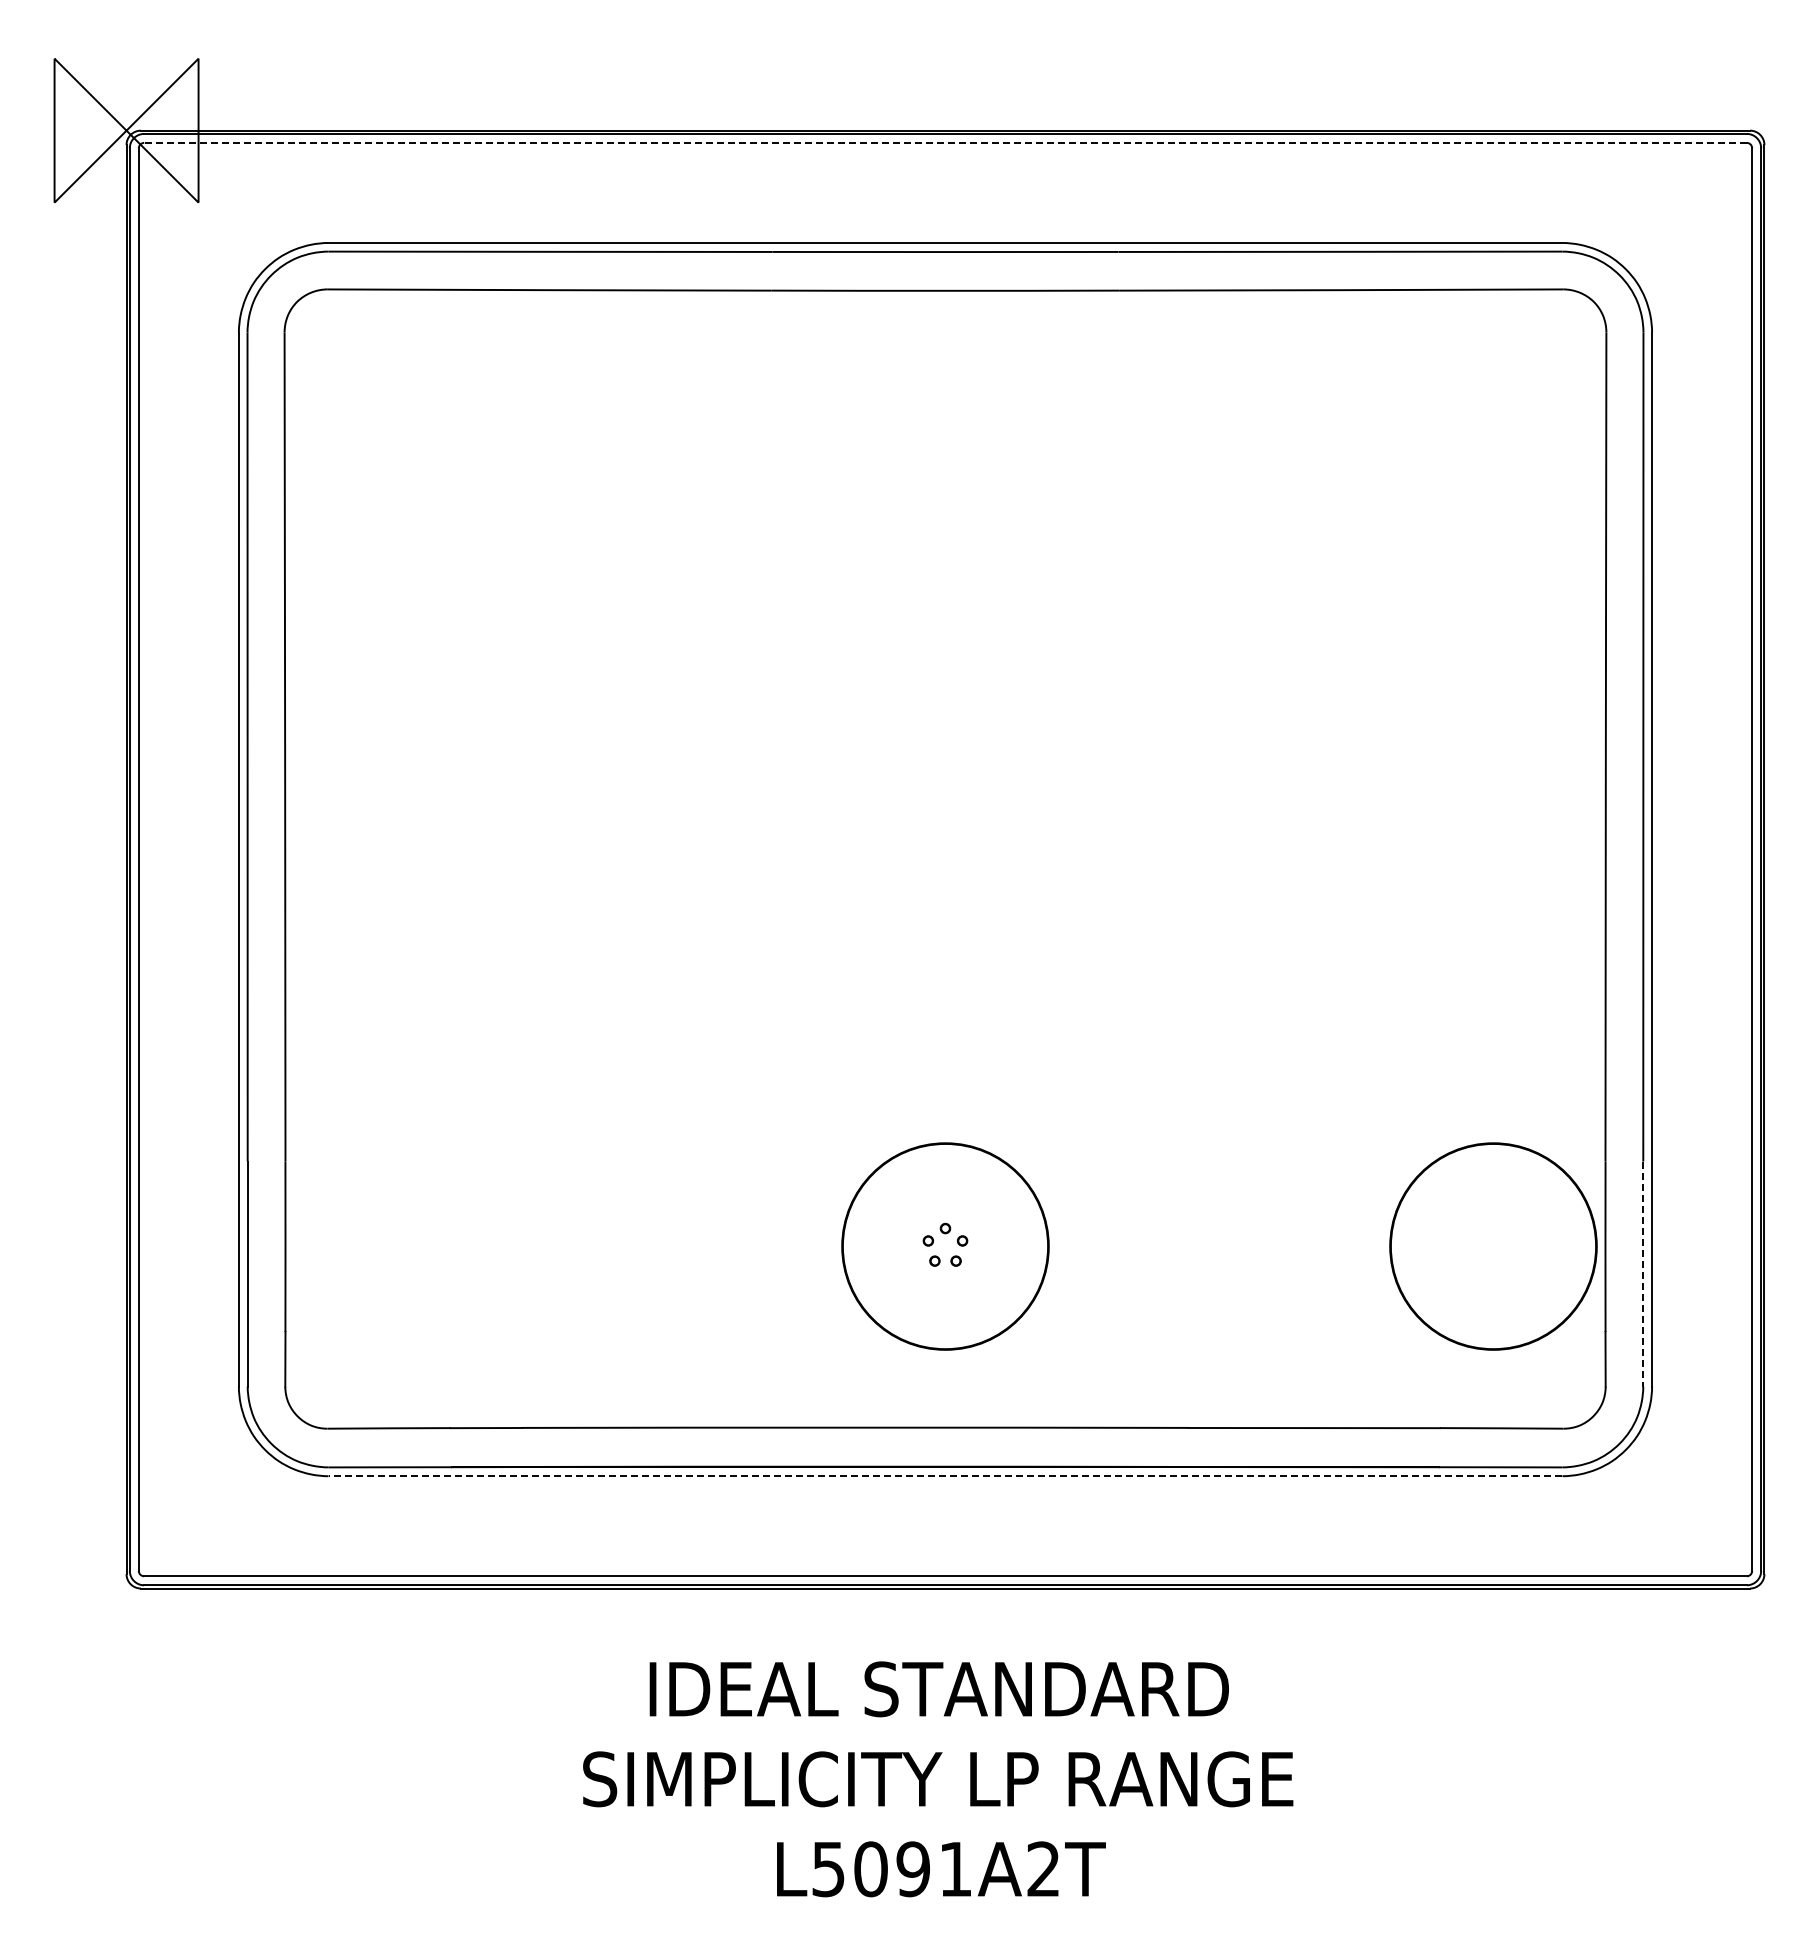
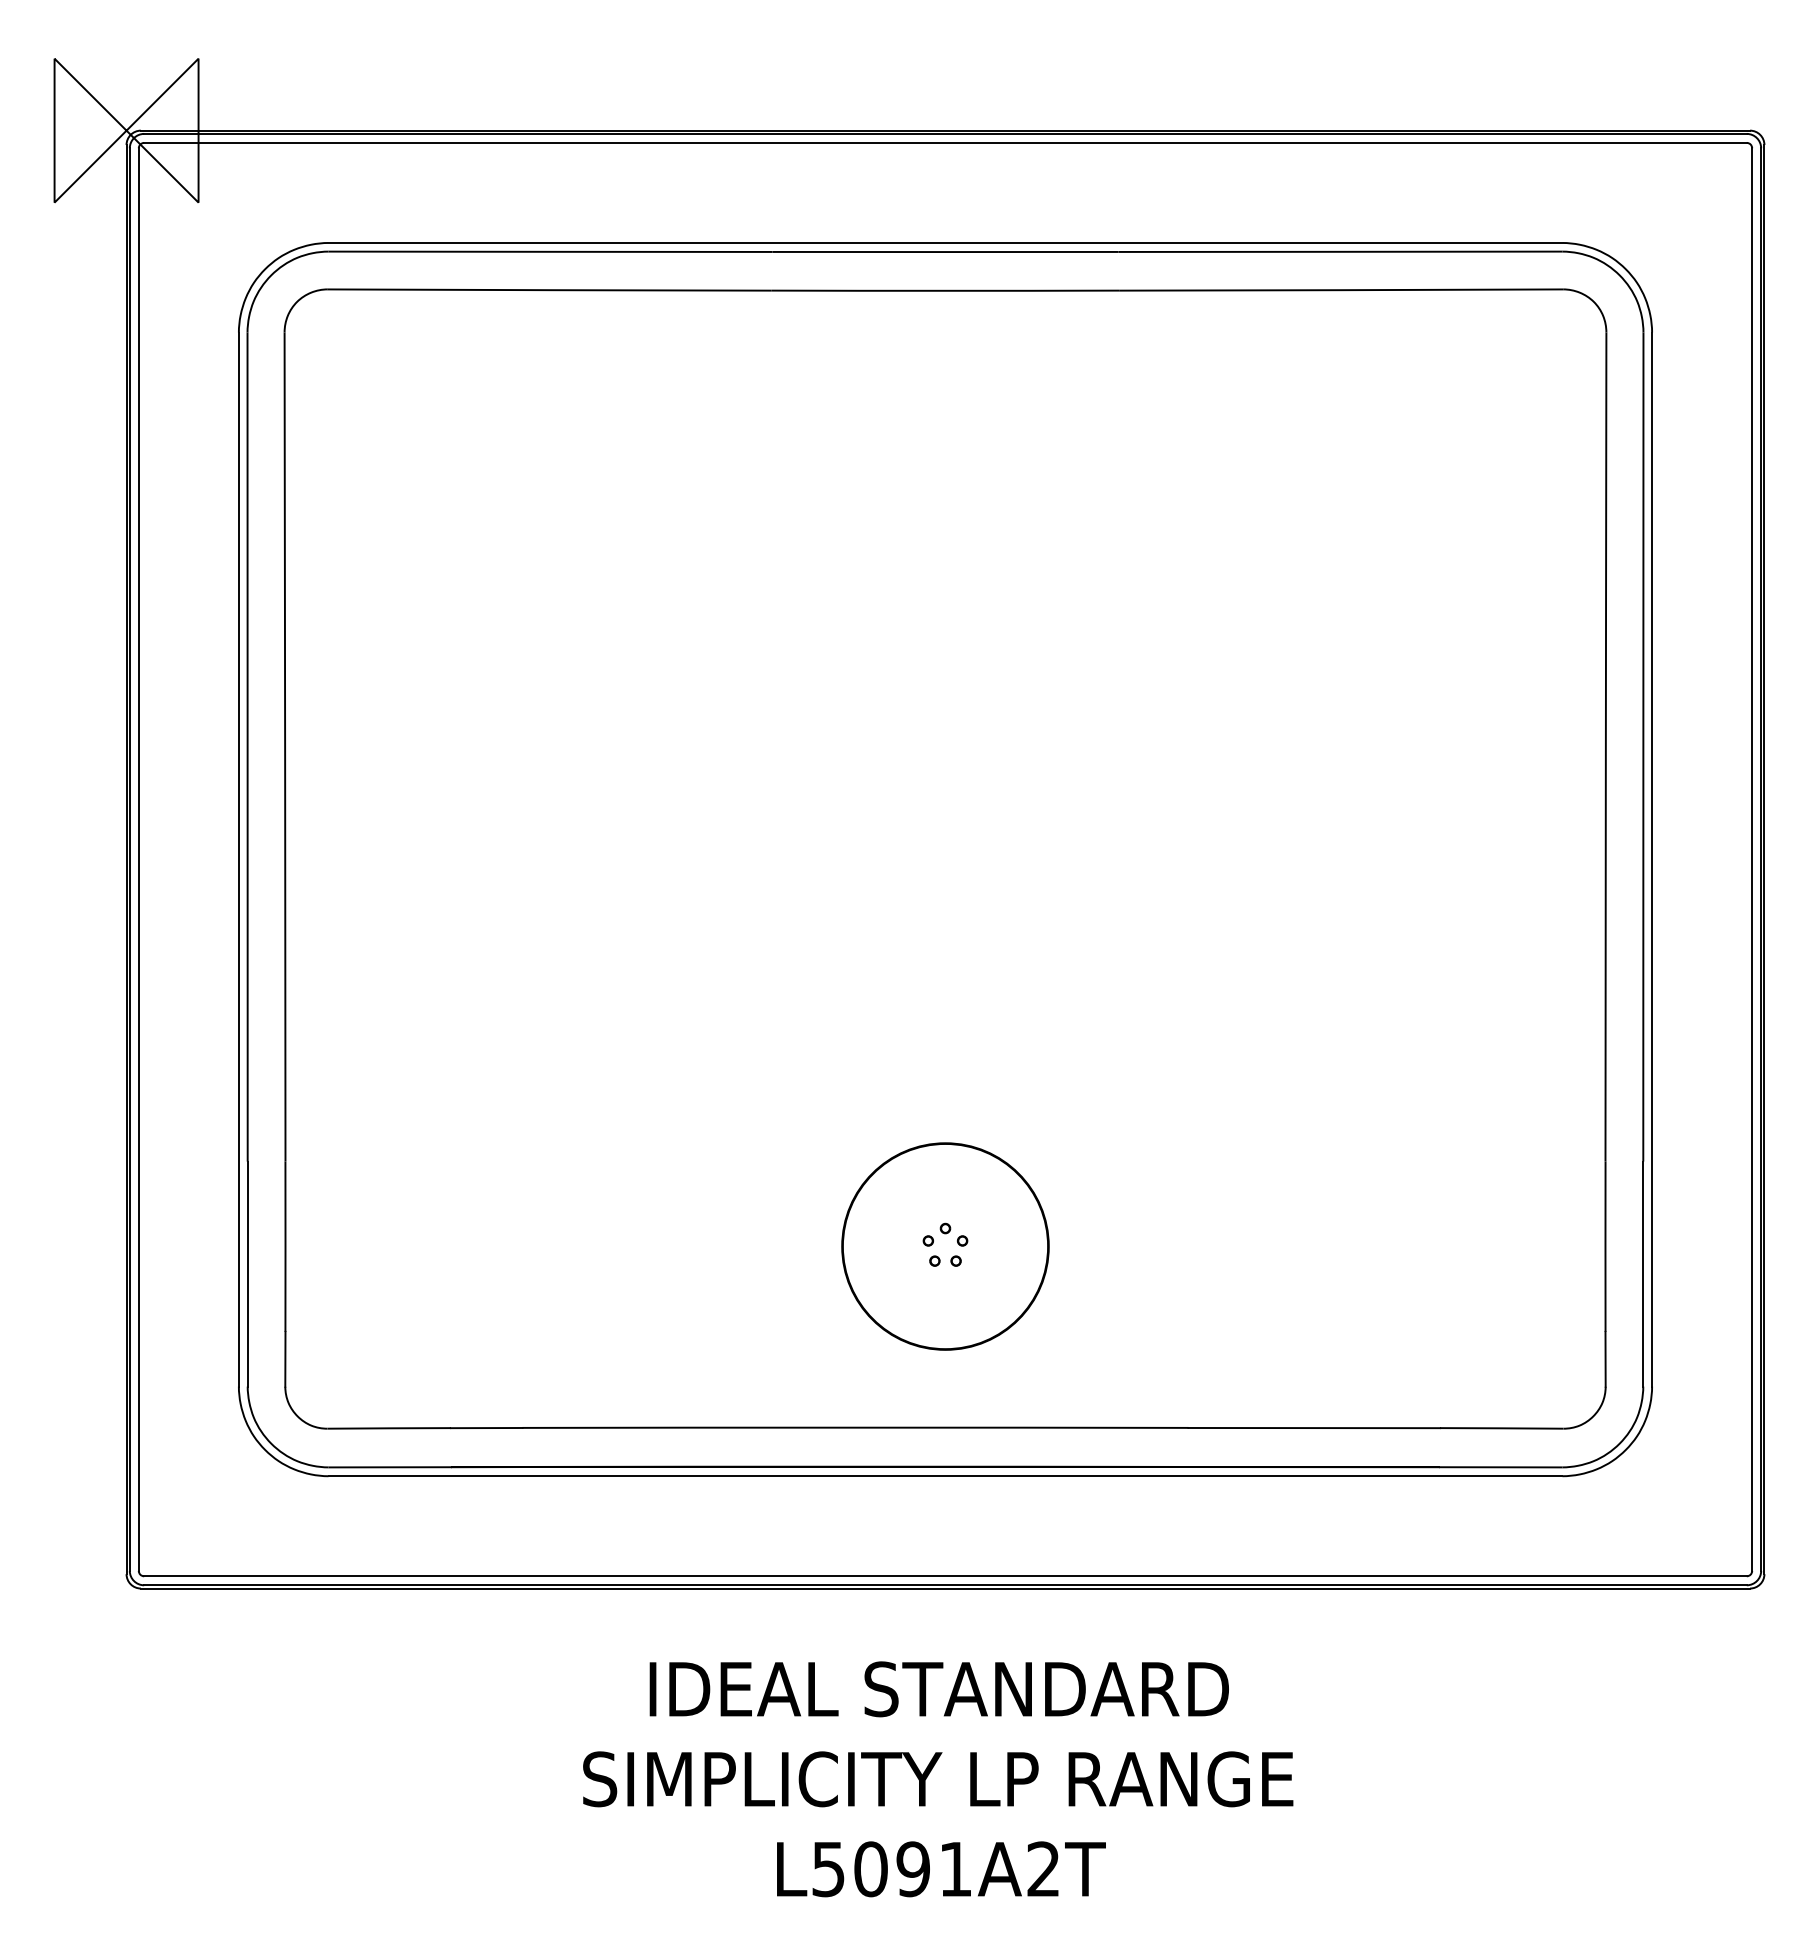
line at (944, 142): dashed -> solid
circle at (1493, 1246): present -> none
line at (1643, 1274): dashed -> solid
line at (945, 1476): dashed -> solid
